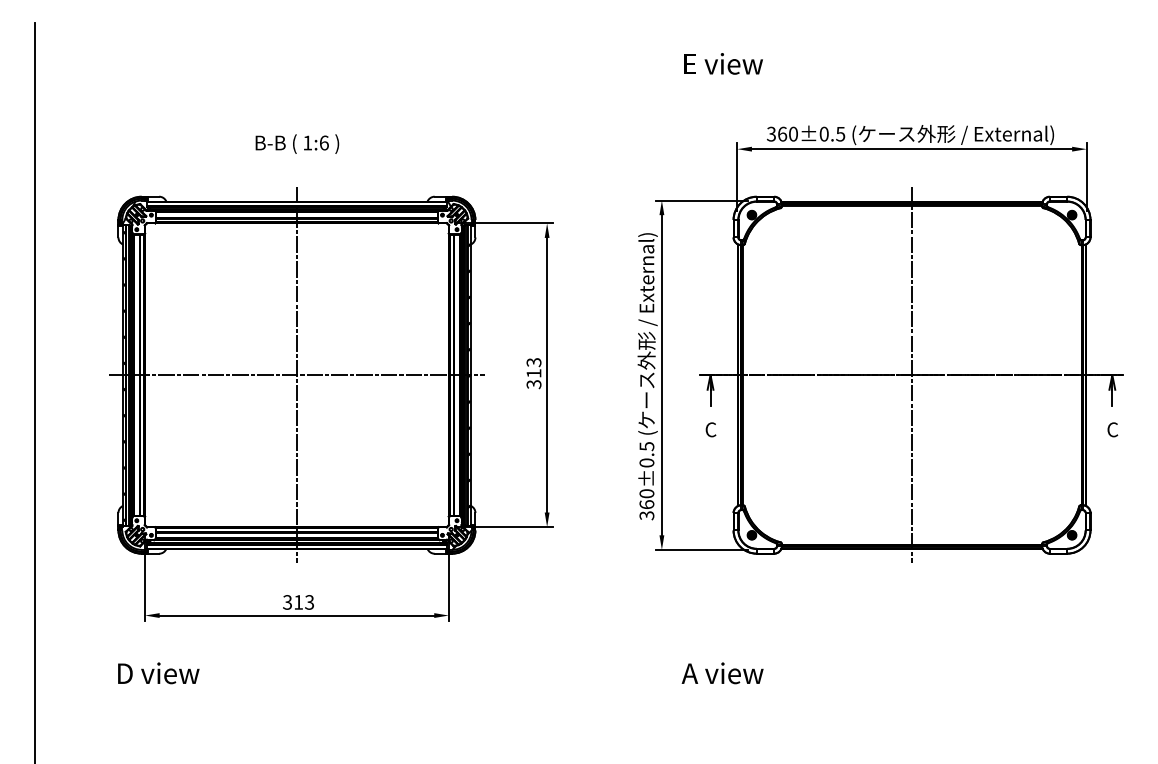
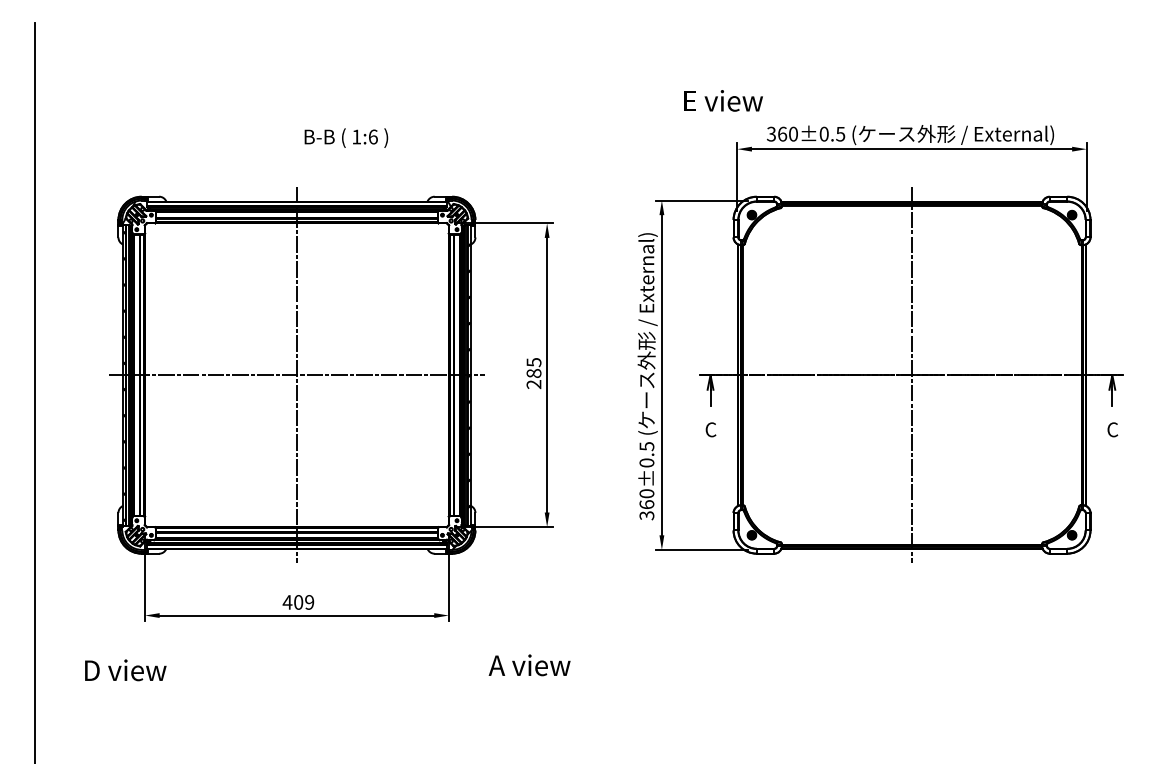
text at (723, 63) position: (723, 63) -> (723, 100)
text at (297, 143) position: (297, 143) -> (346, 137)
text at (533, 373): 313 -> 285
text at (298, 602): 313 -> 409
text at (158, 673) position: (158, 673) -> (125, 670)
text at (722, 673) position: (722, 673) -> (529, 665)
